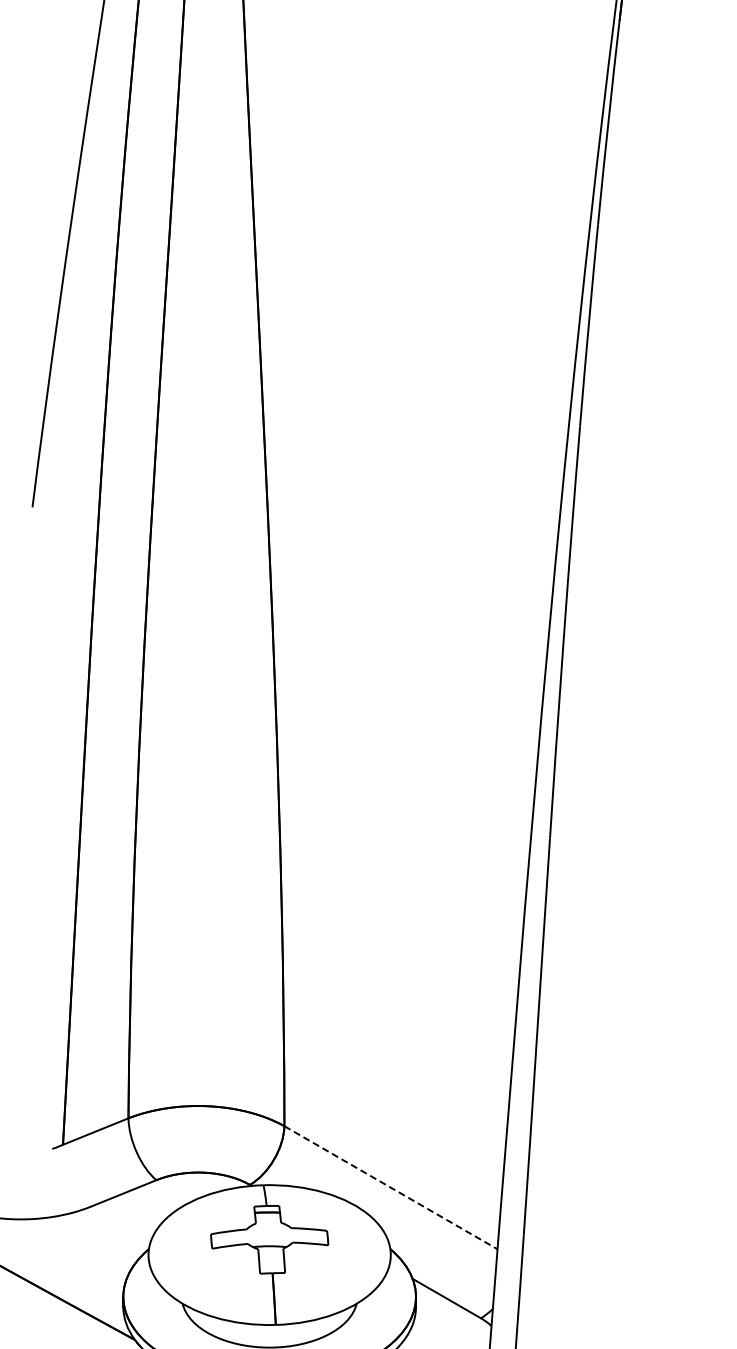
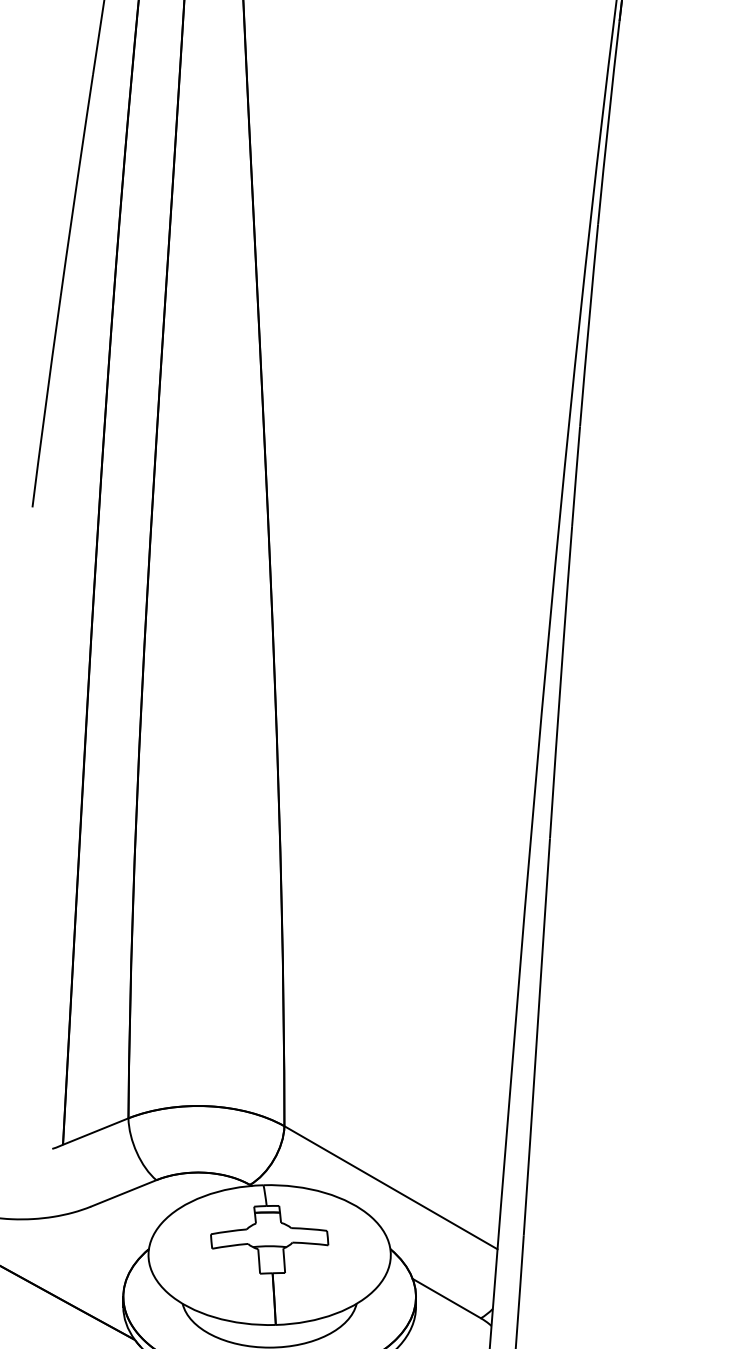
line at (391, 1188): dashed -> solid
